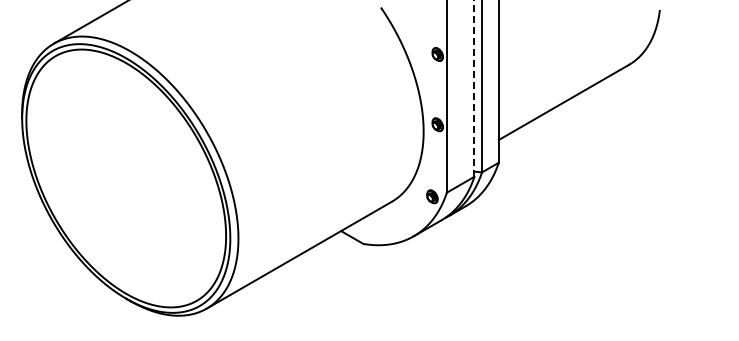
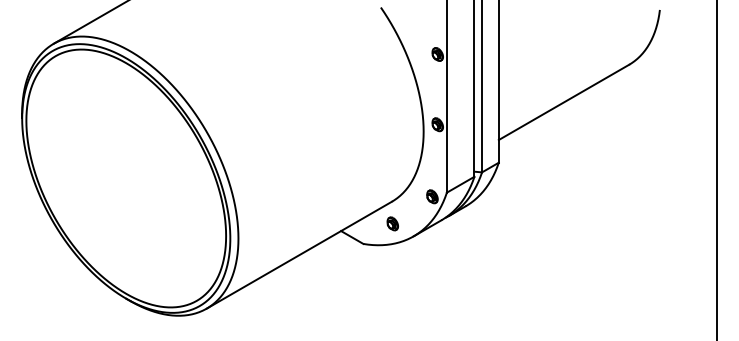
line at (474, 88): dashed -> solid
line at (716, 169): none -> present
part at (392, 223): none -> present
